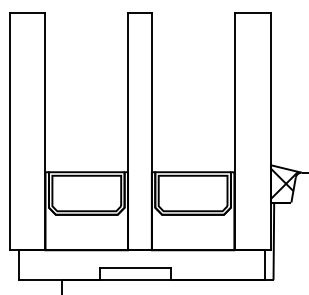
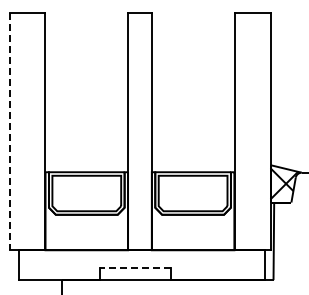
line at (9, 131): solid -> dashed
line at (135, 268): solid -> dashed
